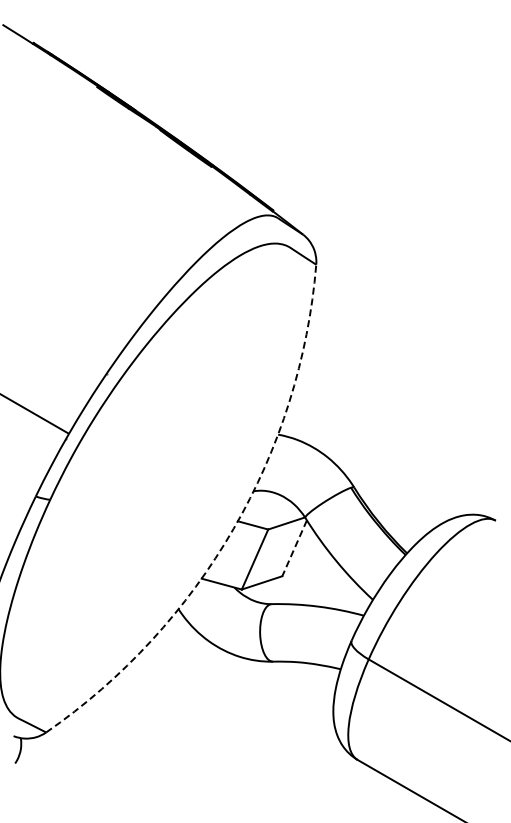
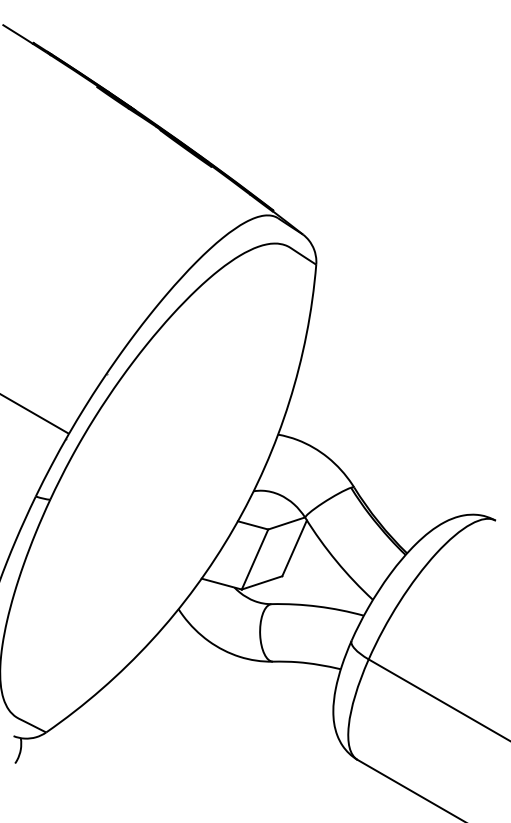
arc at (233, 528): dashed -> solid
line at (294, 548): dashed -> solid
